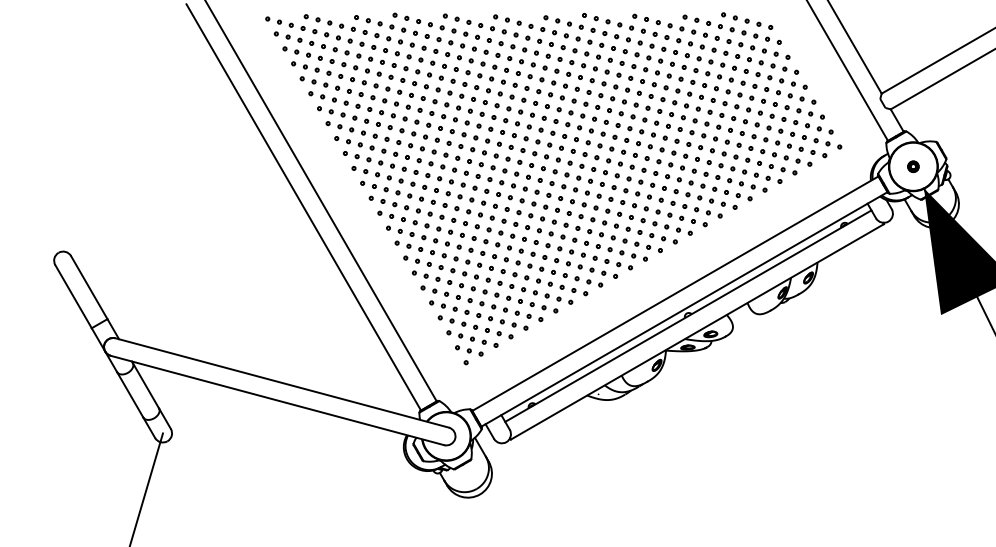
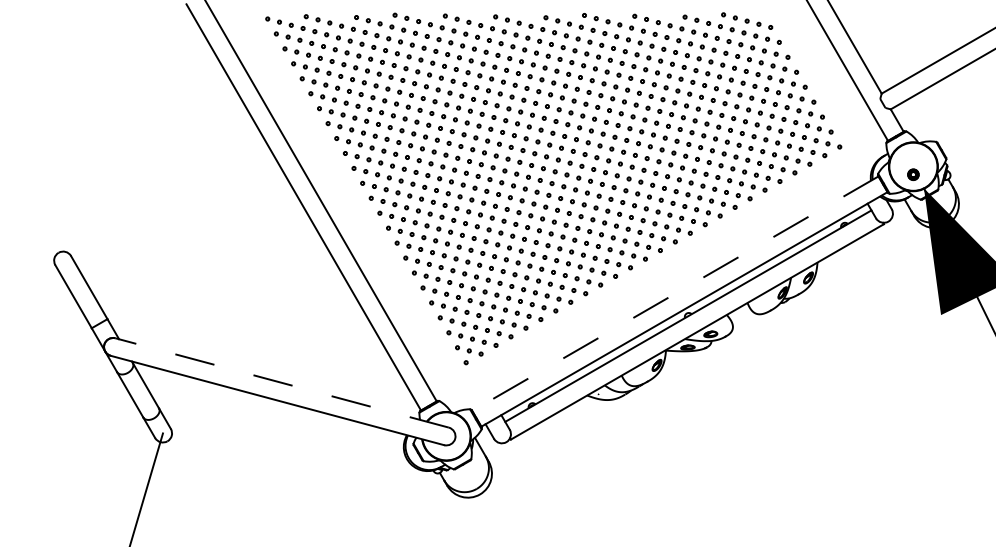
part at (913, 166) position: (913, 166) -> (913, 174)
line at (675, 293): solid -> dashed
line at (282, 382): solid -> dashed
